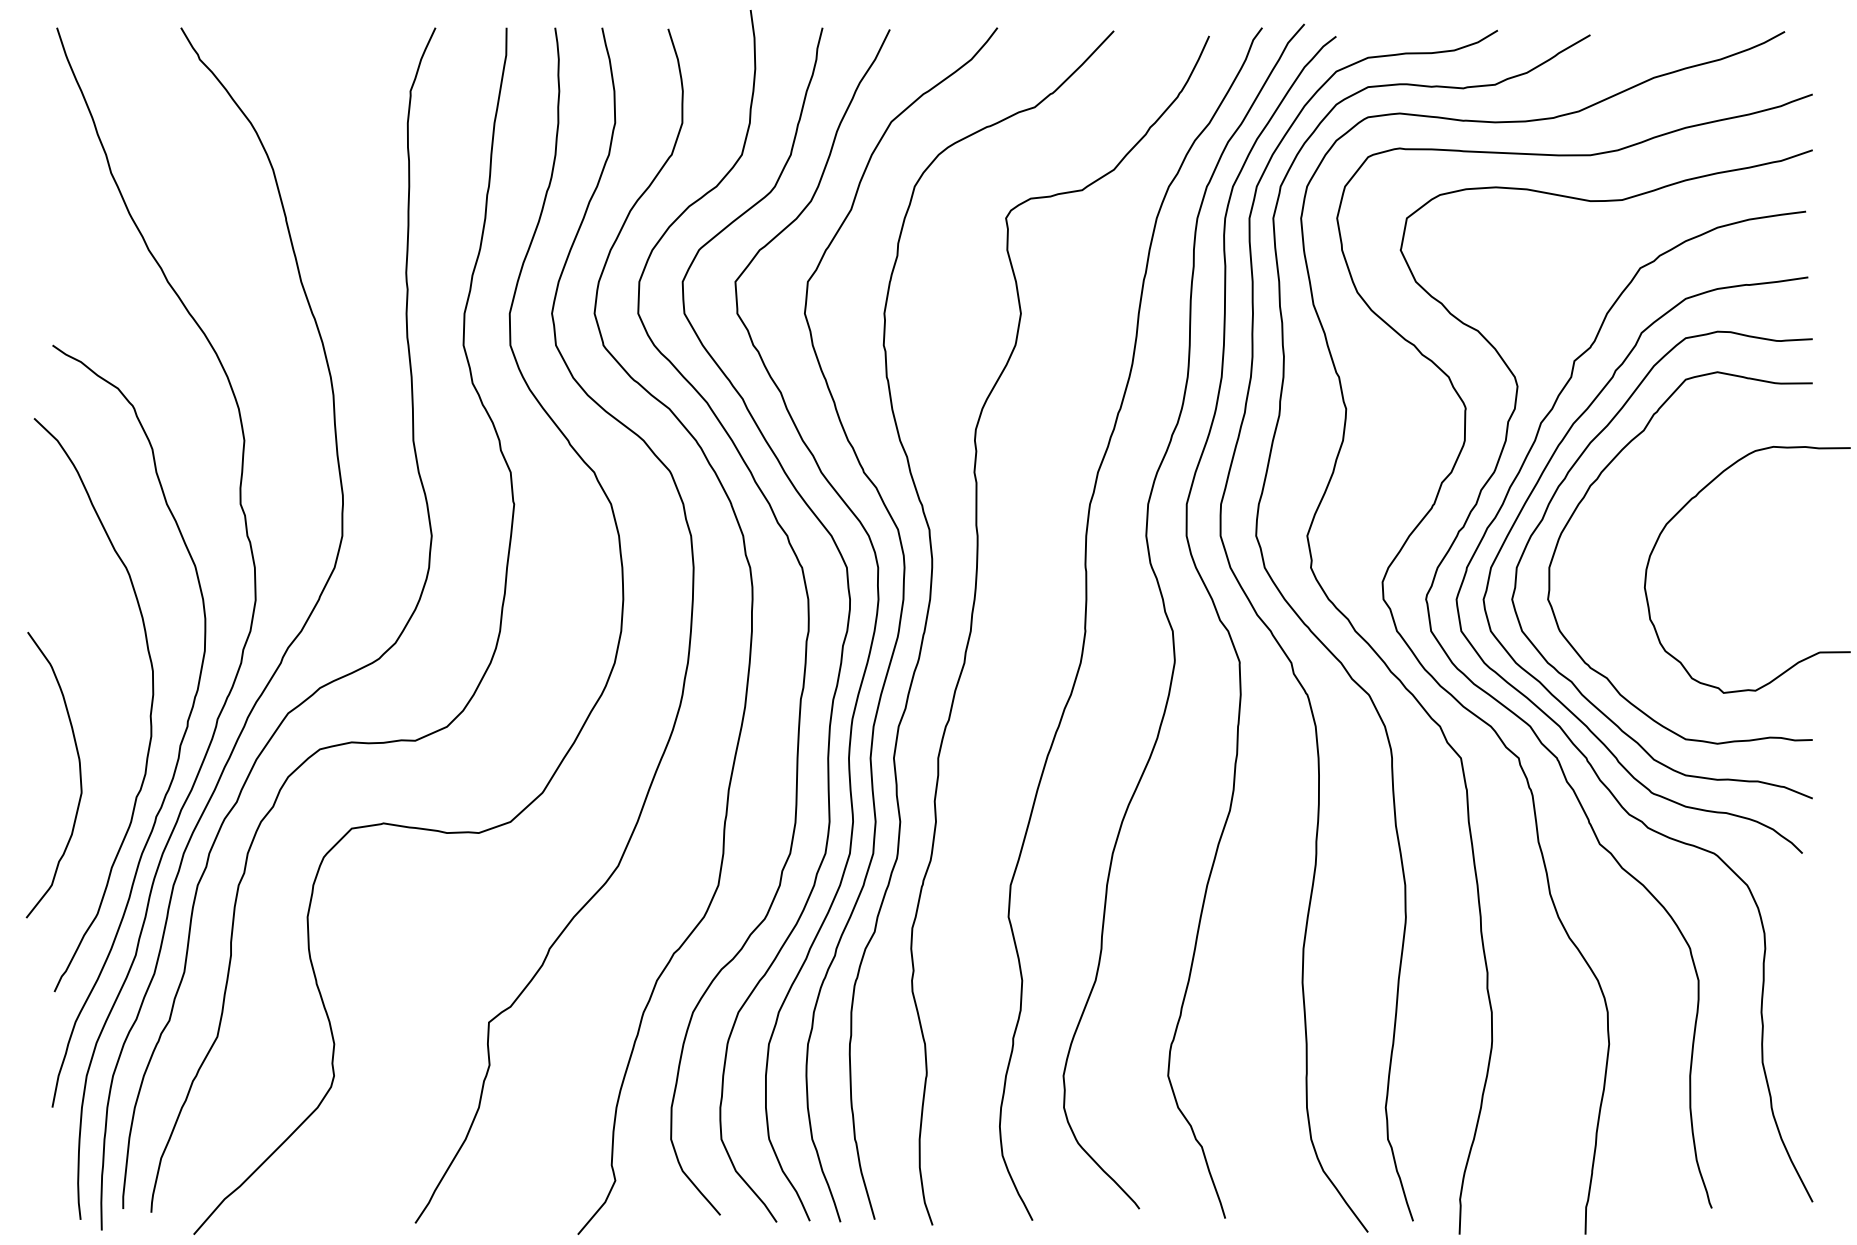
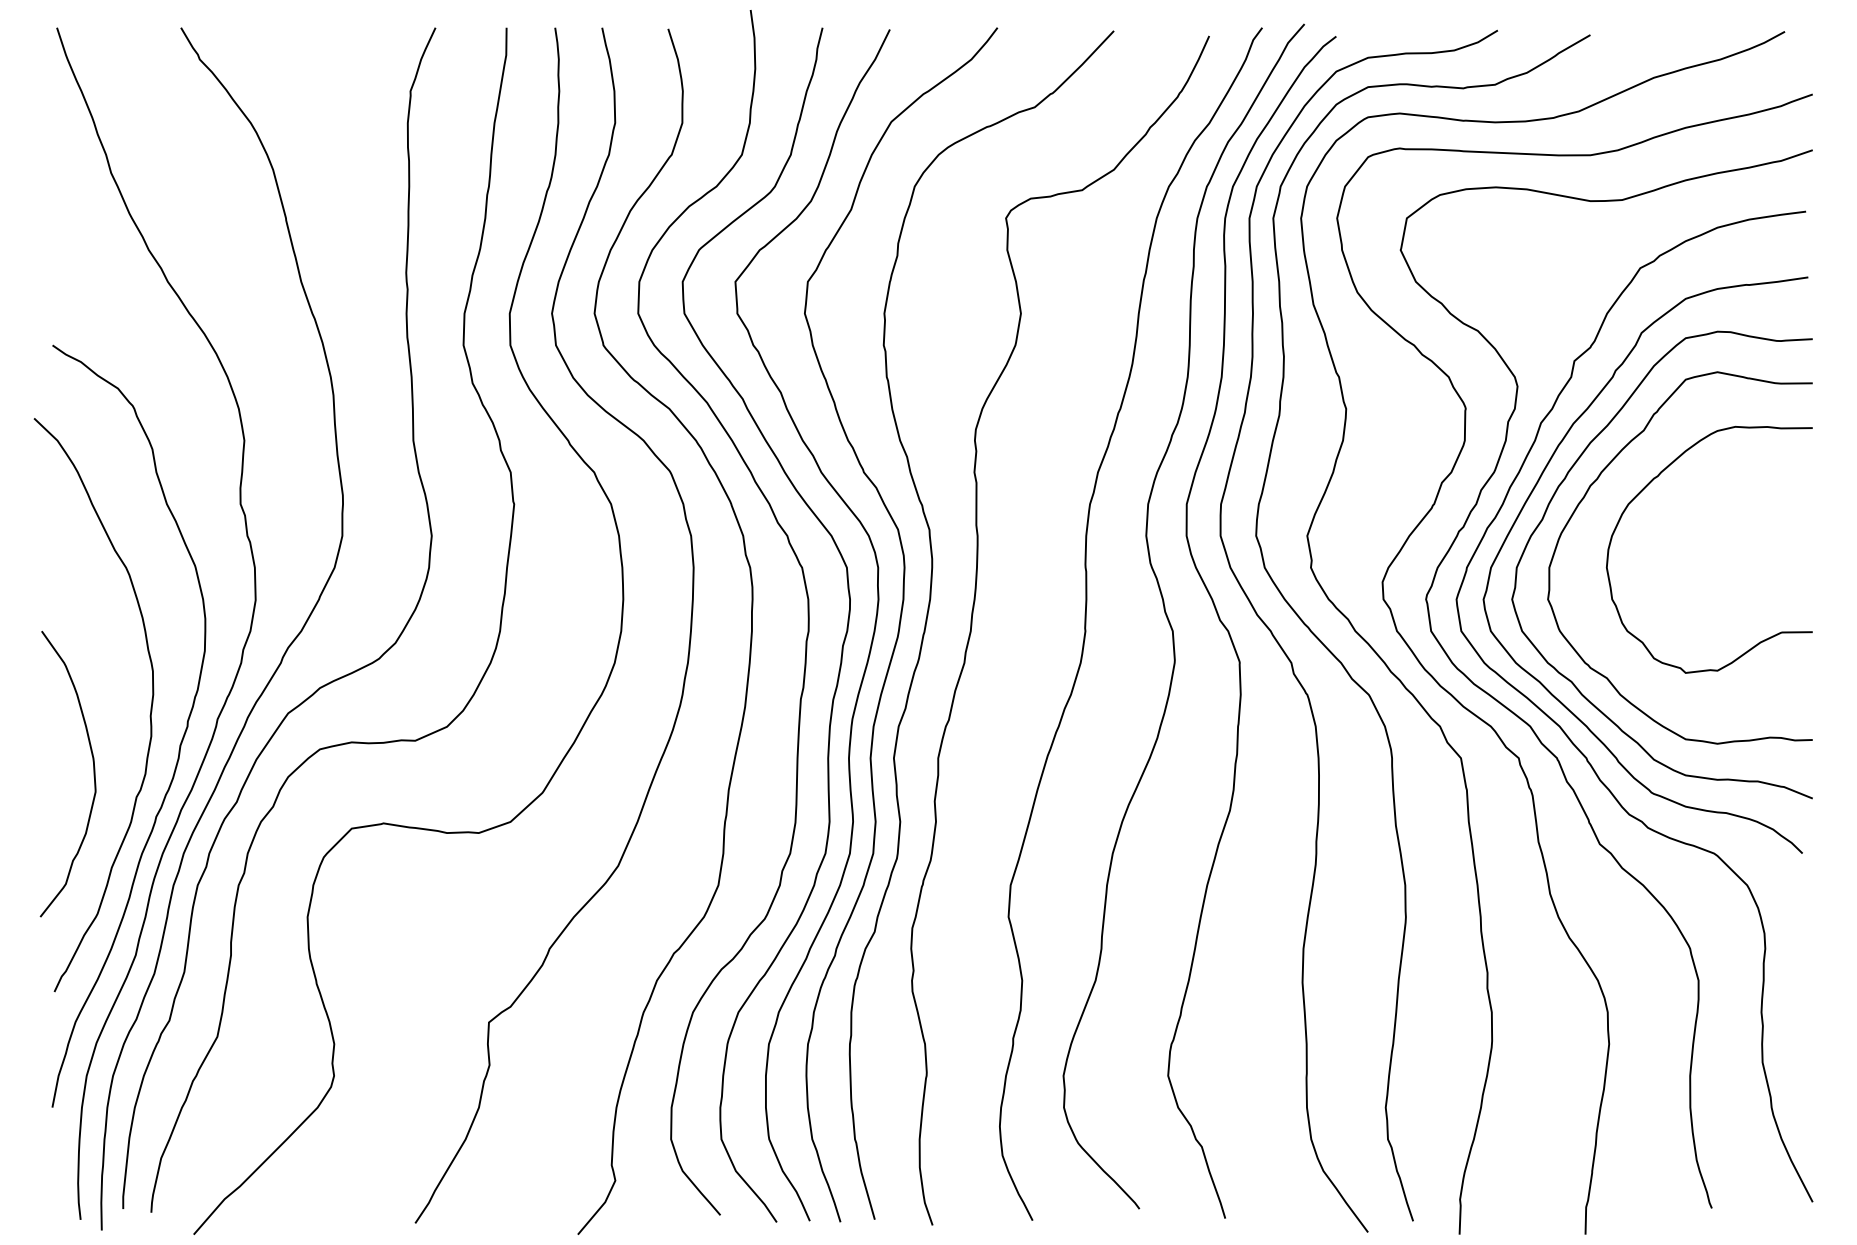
curve at (1685, 506) position: (1685, 506) -> (1647, 486)
curve at (79, 774) position: (79, 774) -> (93, 773)
